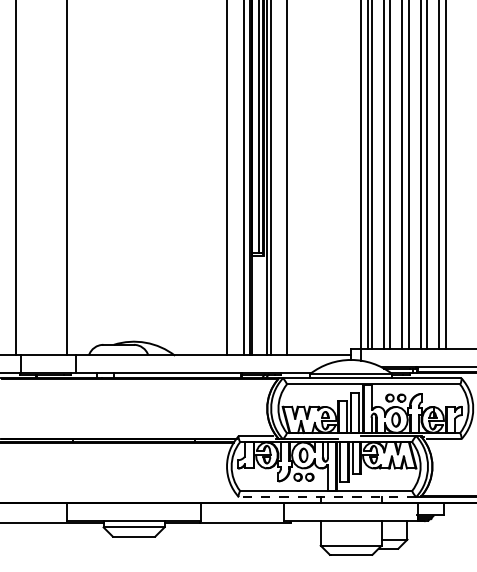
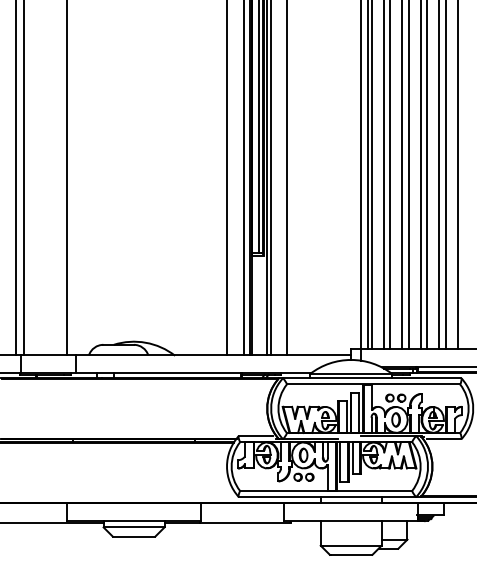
line at (457, 175): none -> present
line at (23, 178): none -> present
line at (327, 497): dashed -> solid
